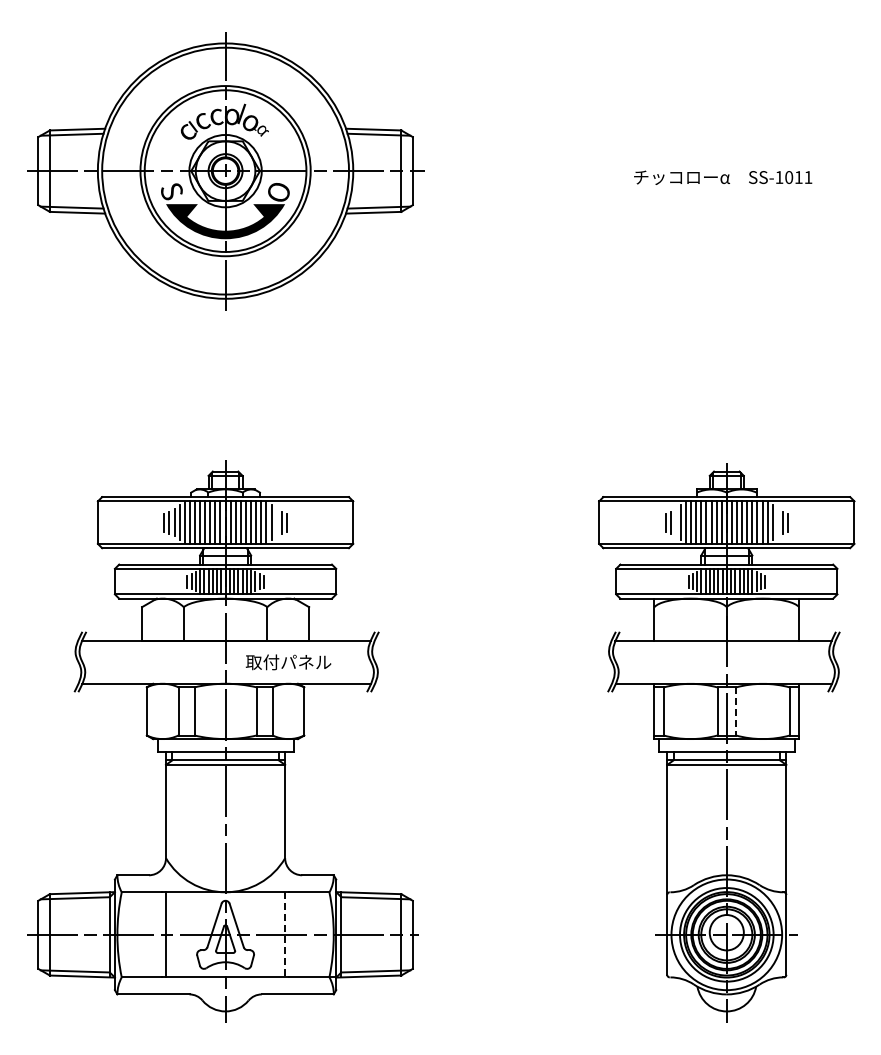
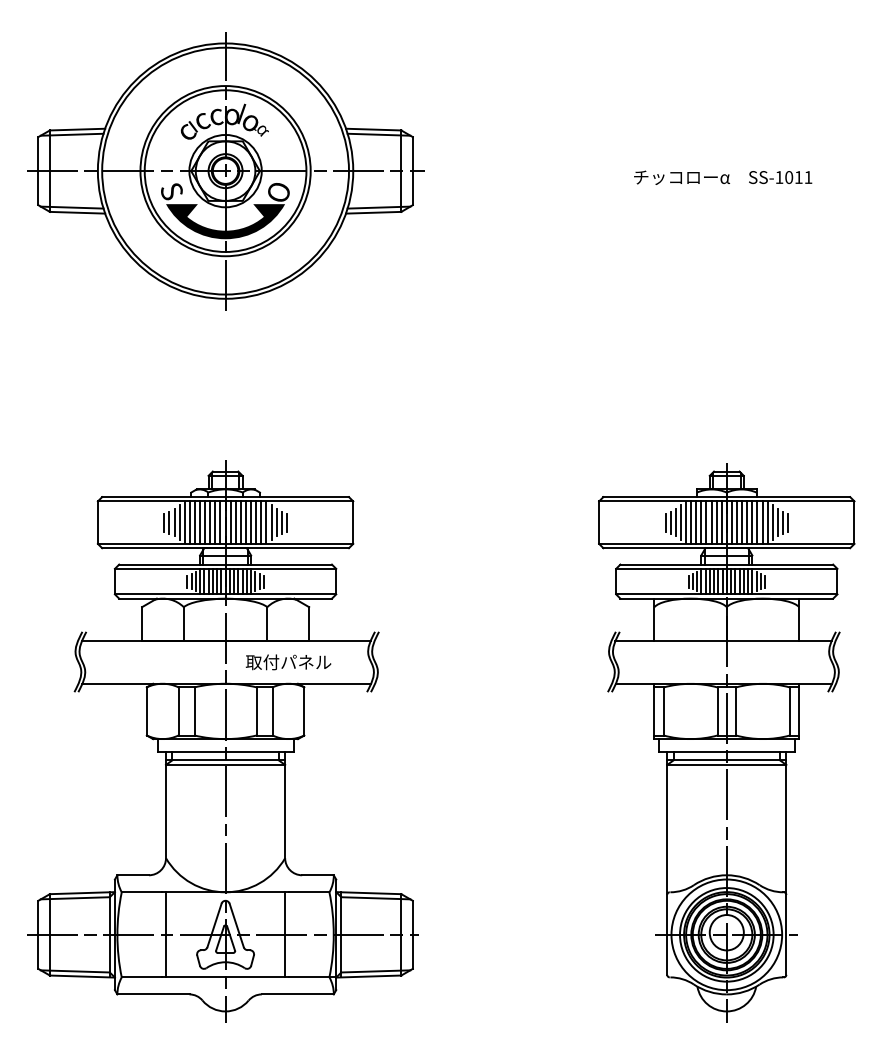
line at (276, 522): none -> present
line at (675, 522): none -> present
line at (777, 522): none -> present
line at (736, 711): dashed -> solid
line at (285, 934): dashed -> solid
